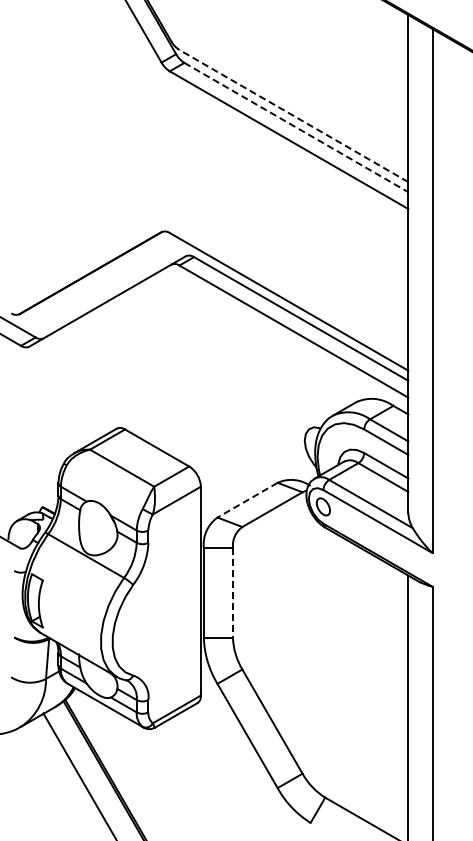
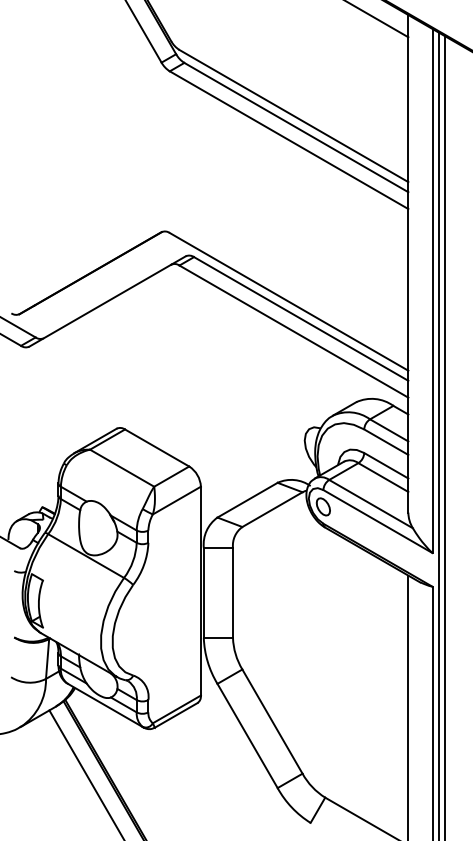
line at (377, 19): none -> present
line at (293, 115): dashed -> solid
line at (296, 127): dashed -> solid
line at (438, 434): none -> present
line at (444, 436): none -> present
line at (247, 500): dashed -> solid
line at (232, 593): dashed -> solid
line at (79, 775) position: (79, 775) -> (86, 773)
